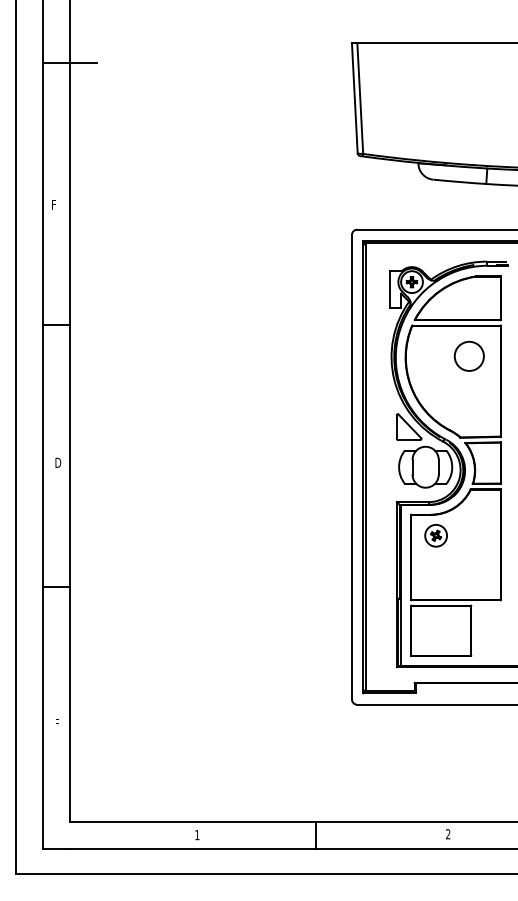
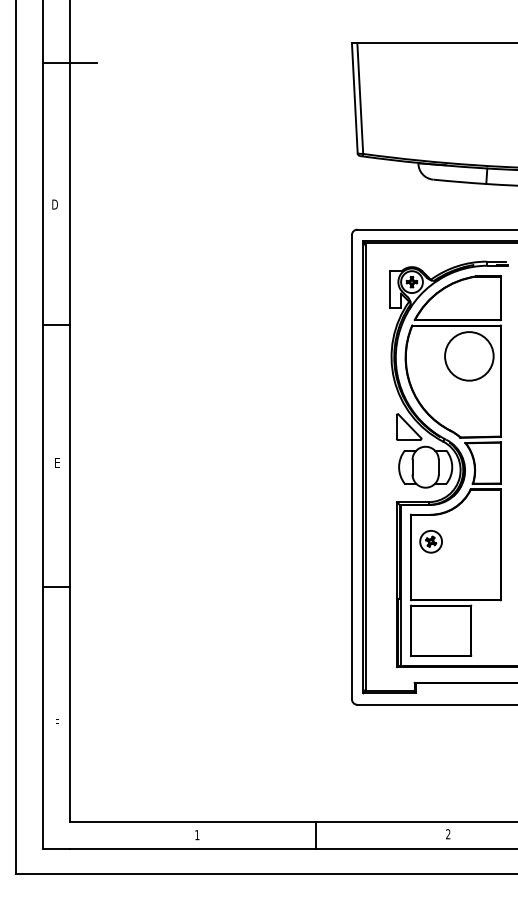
text at (54, 204): F -> D
circle at (468, 355) diameter: 29 px -> 49 px
text at (58, 462): D -> E
part at (435, 535) position: (435, 535) -> (430, 541)
